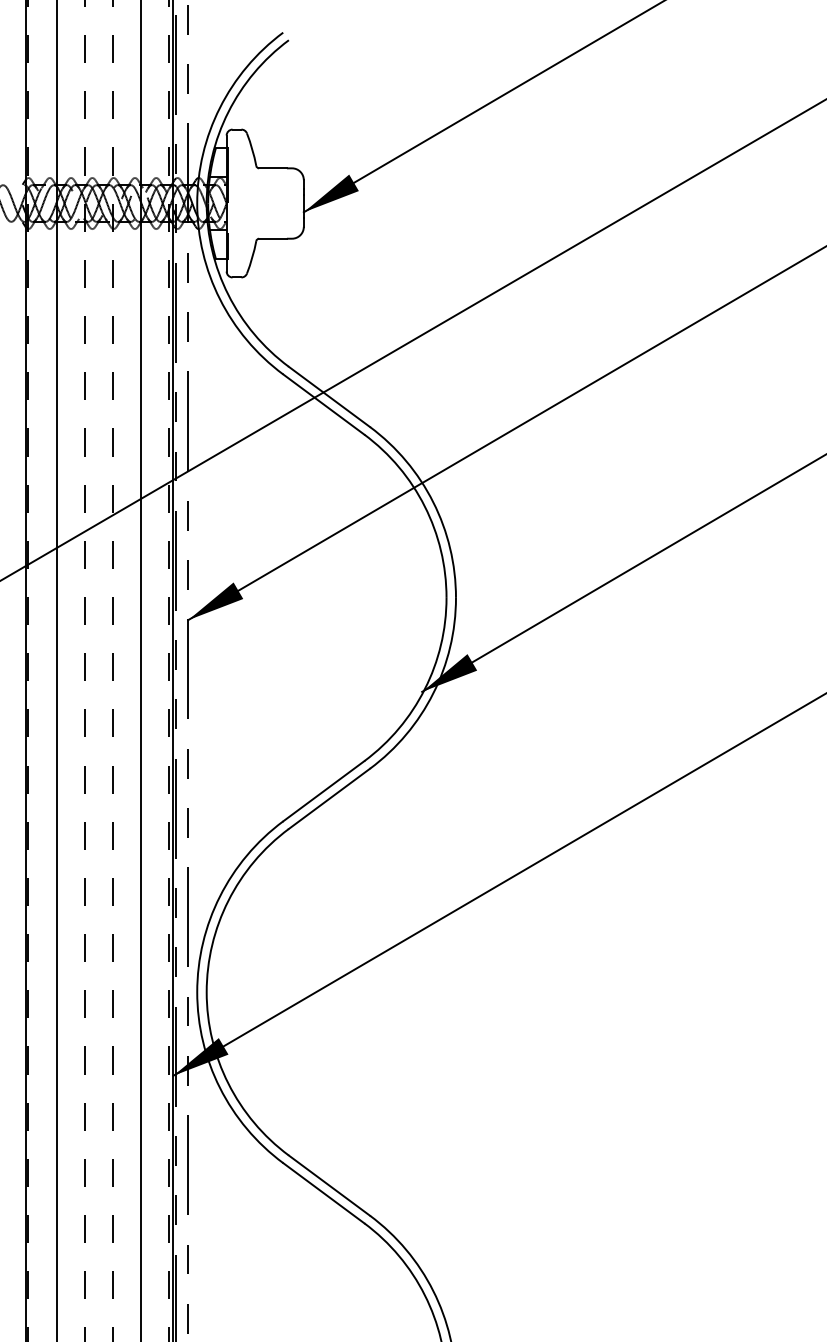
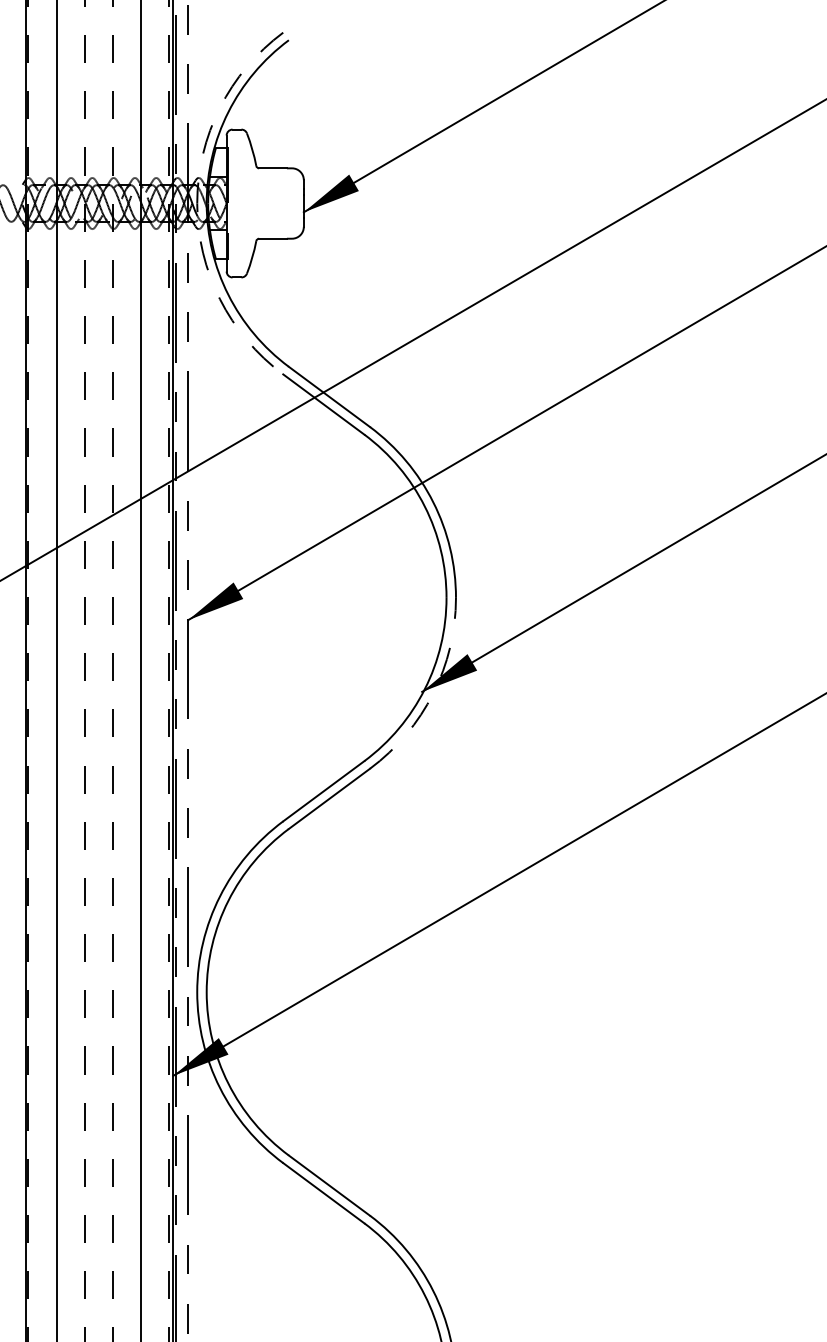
arc at (197, 203): solid -> dashed
arc at (433, 693): solid -> dashed
